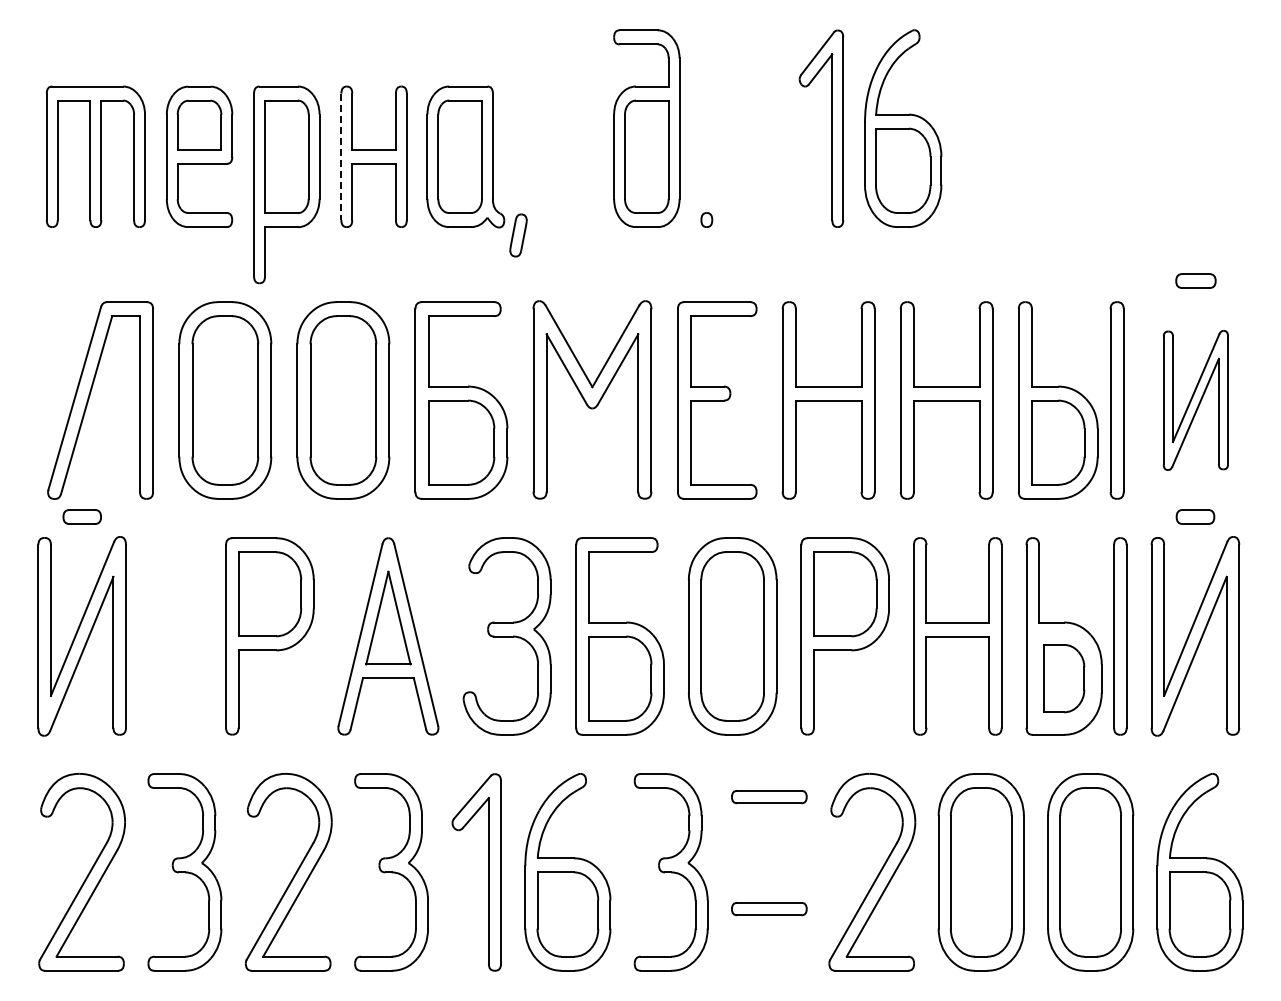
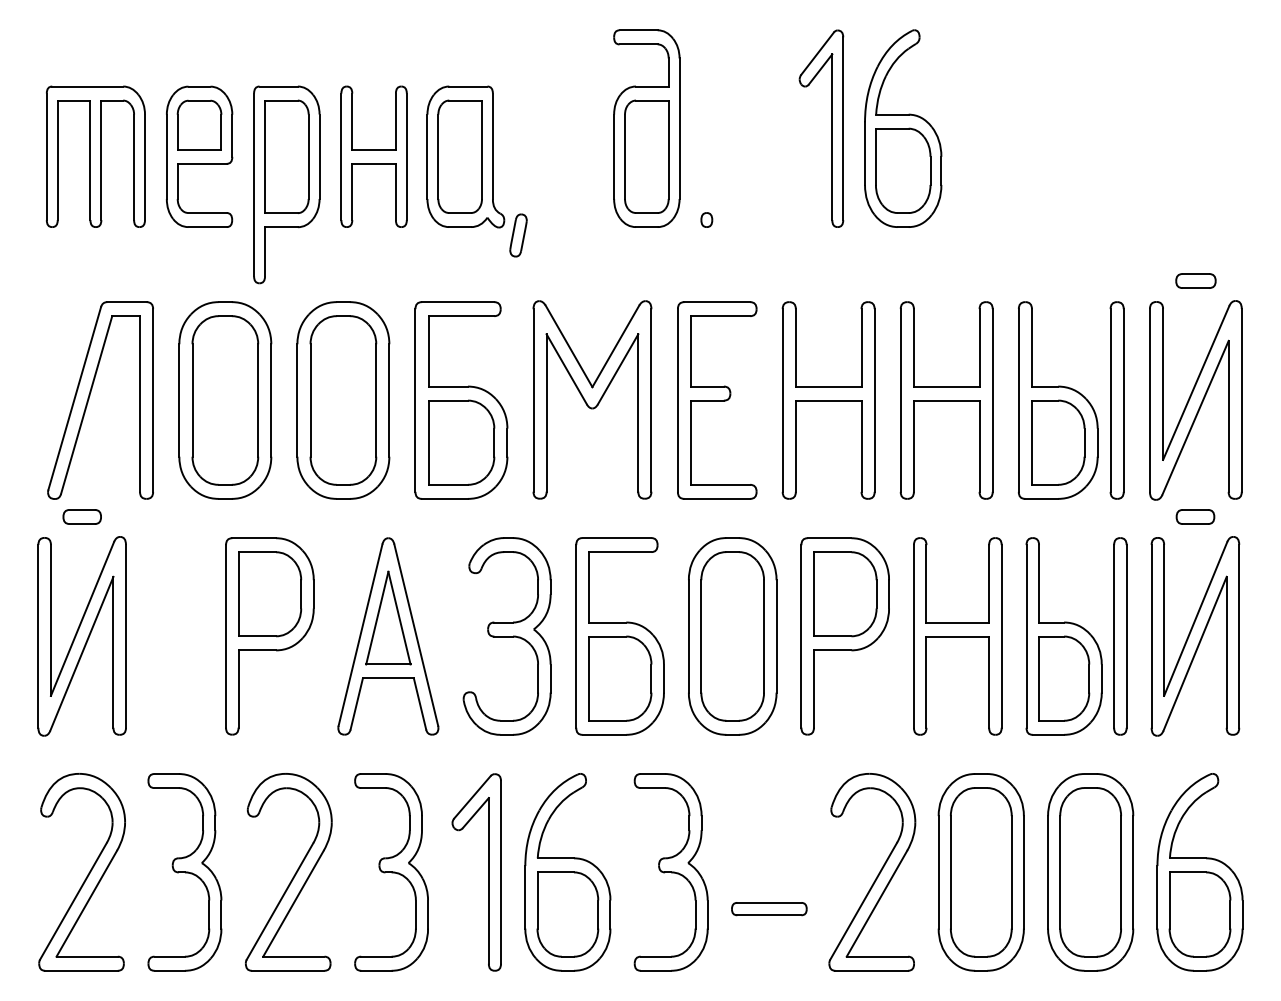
line at (341, 157): dashed -> solid
part at (1195, 400) size: 67x141 px -> 94x201 px
part at (1064, 678) size: 43x70 px -> 53x87 px
part at (769, 797): present -> none
